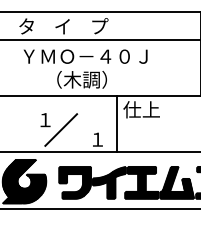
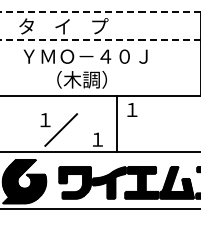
line at (101, 12): solid -> dashed
line at (101, 40): solid -> dashed
text at (141, 109): 仕上 -> １
